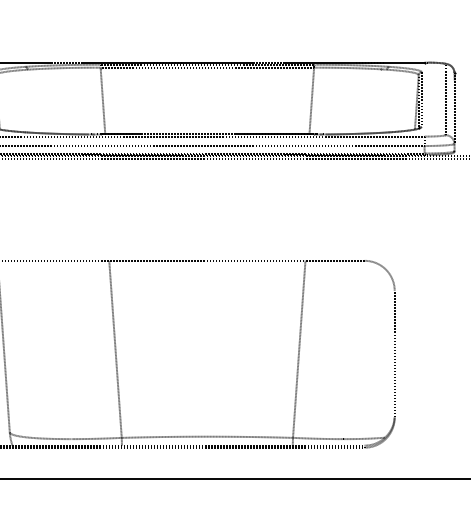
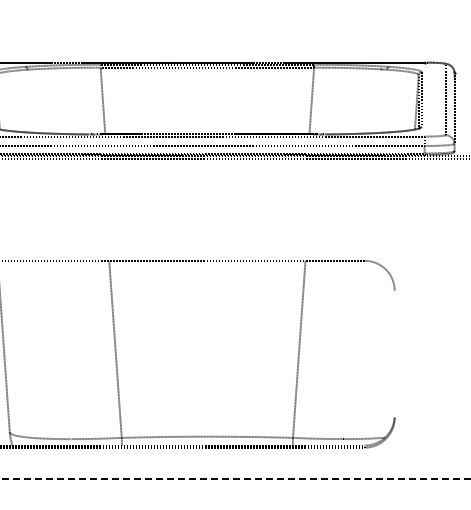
line at (394, 353): present -> none
line at (235, 479): solid -> dashed
